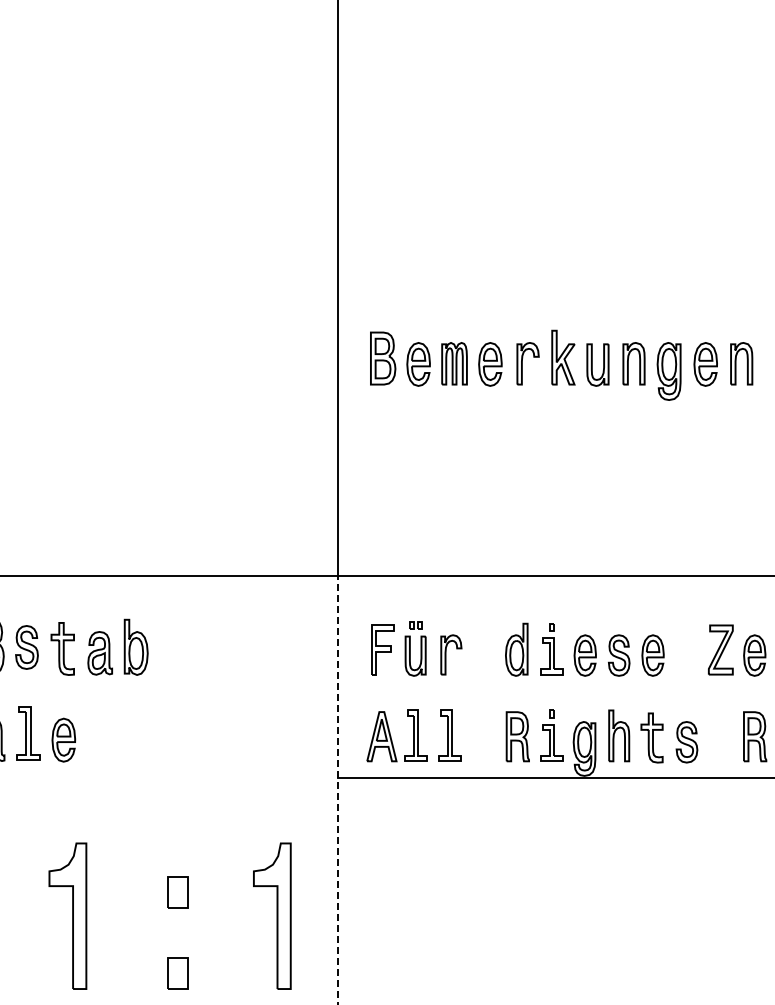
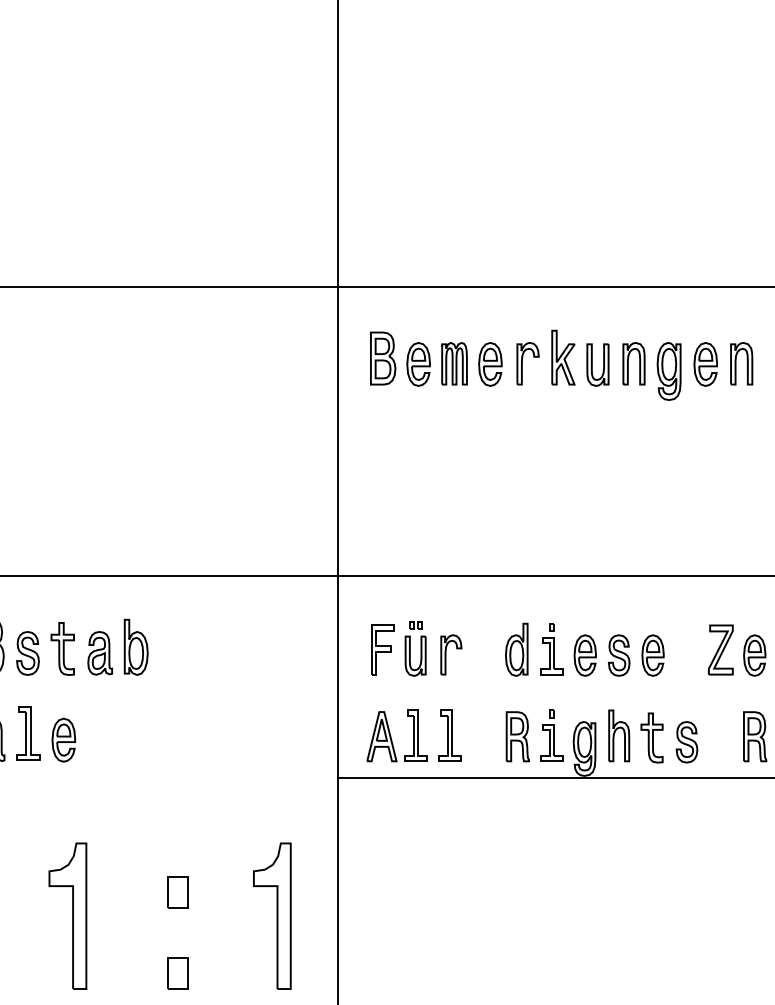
line at (386, 286): none -> present
part at (26, 647) position: (26, 647) -> (27, 653)
line at (338, 789): dashed -> solid
